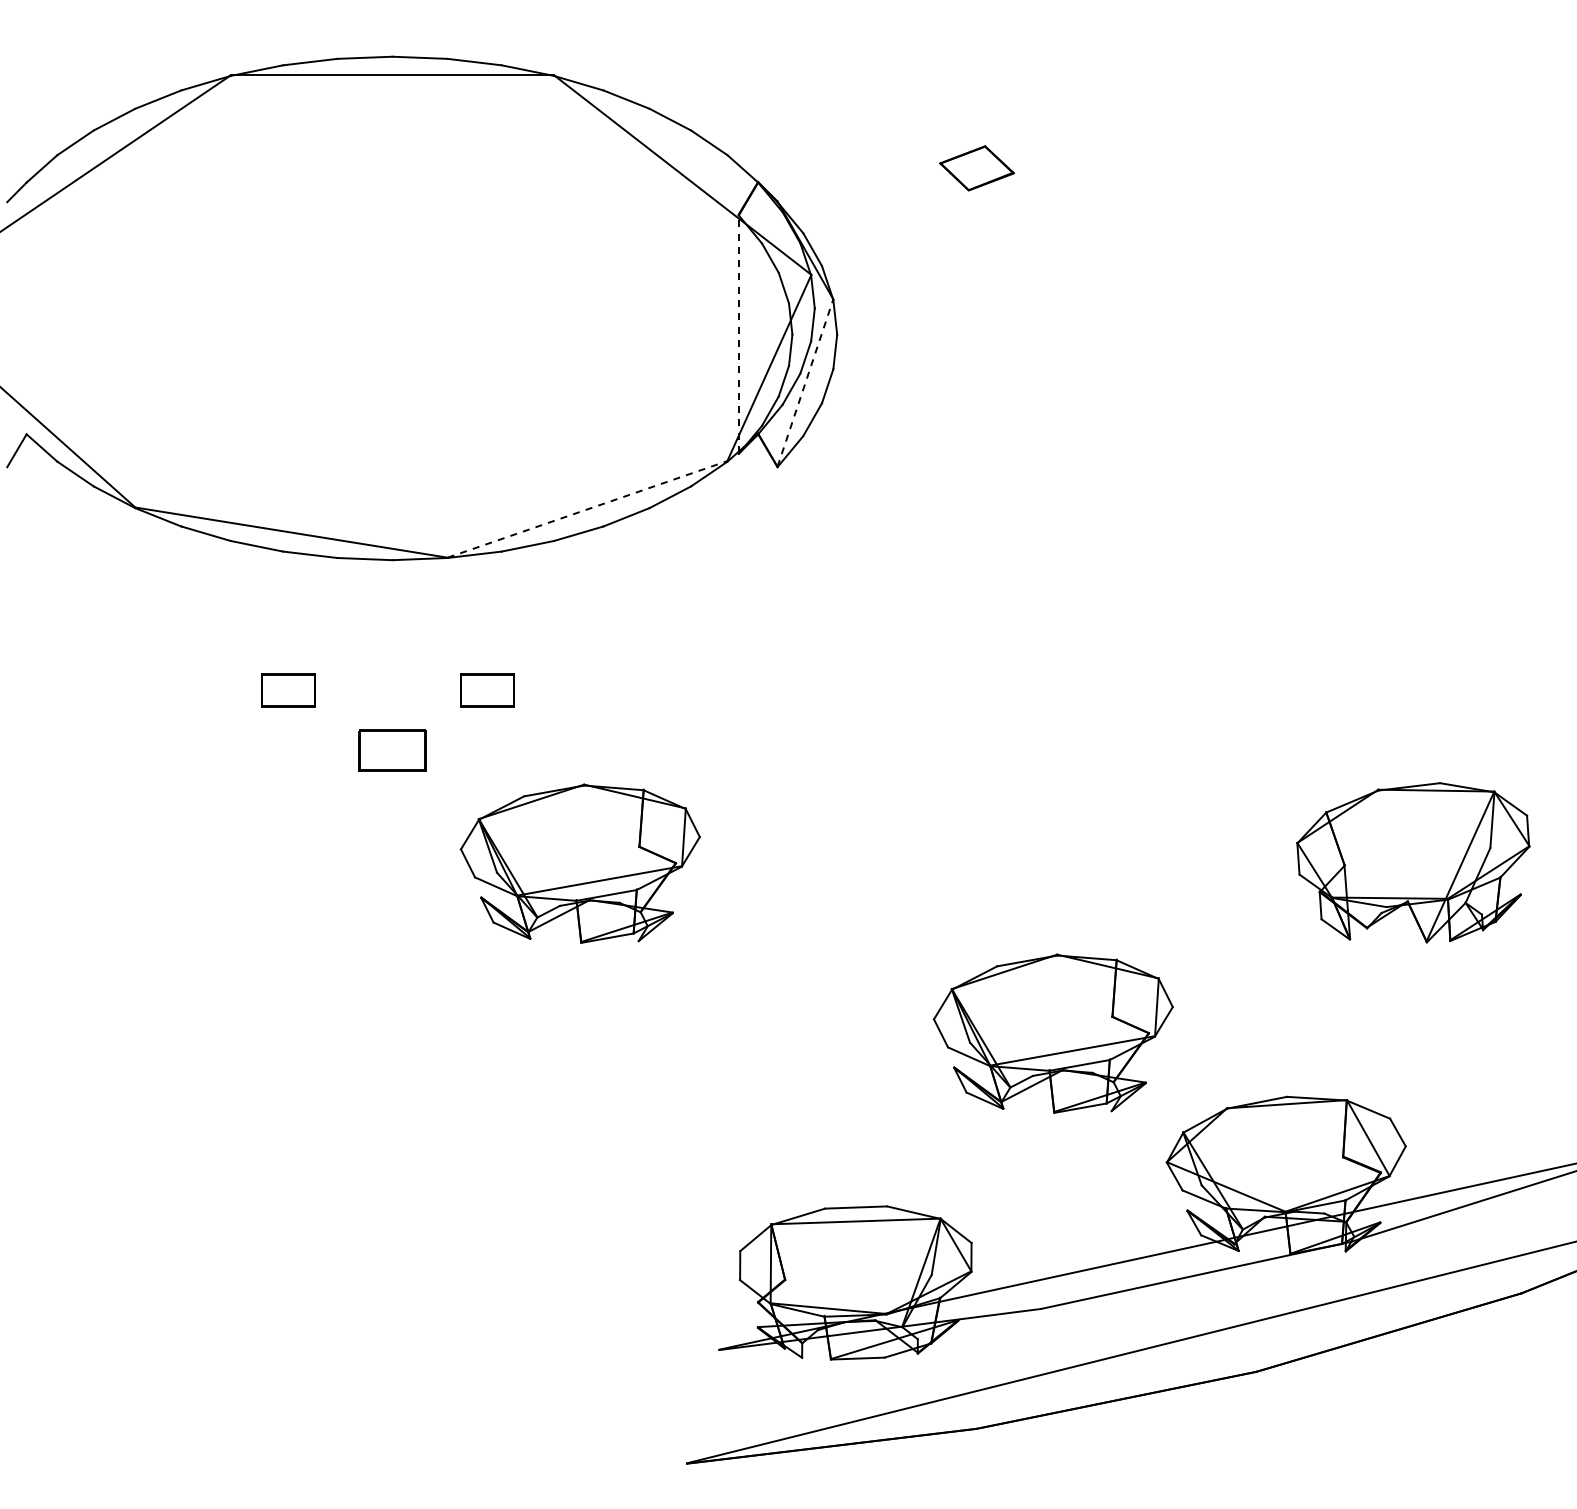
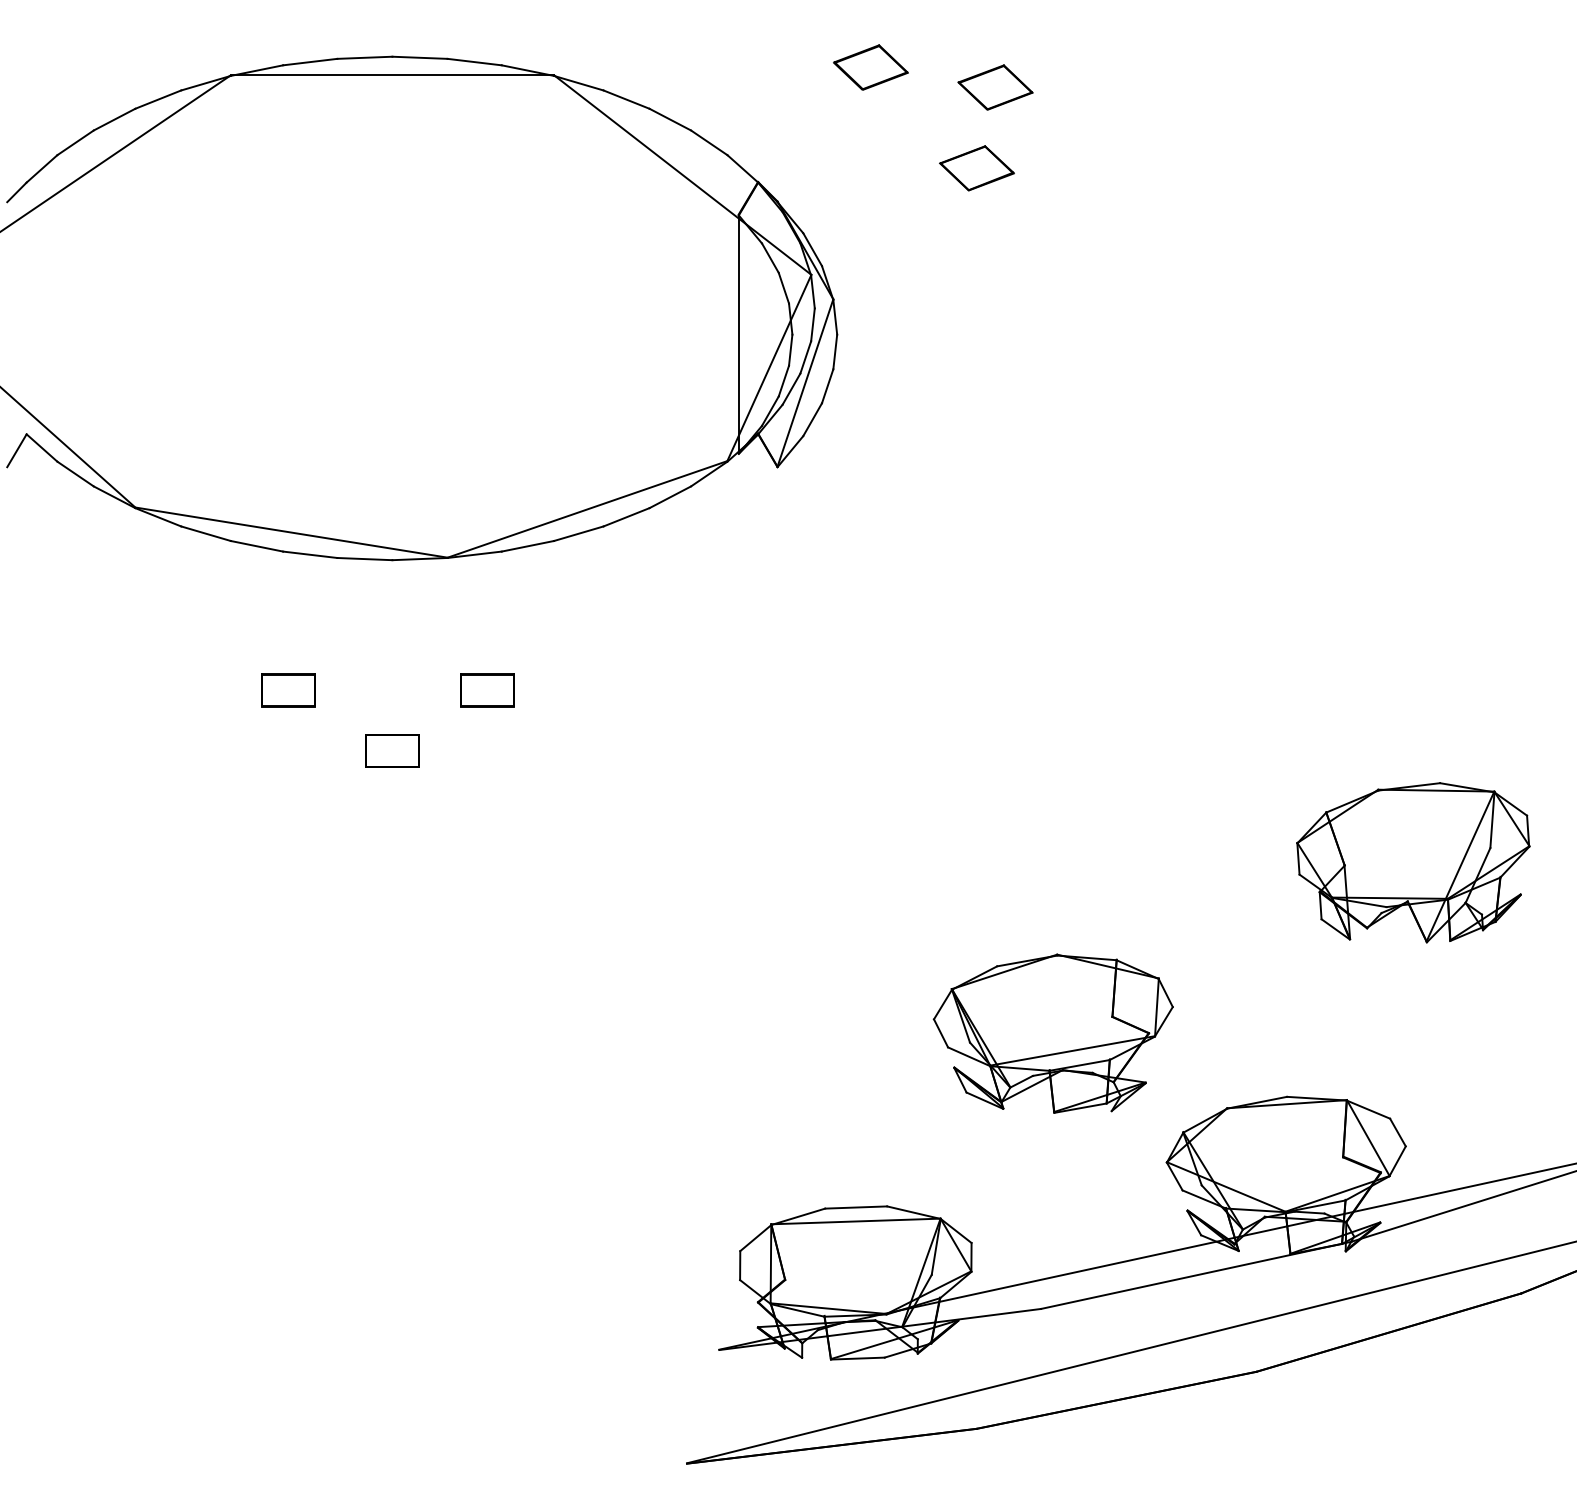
part at (870, 67): none -> present
part at (995, 87): none -> present
line at (738, 333): dashed -> solid
line at (805, 382): dashed -> solid
line at (587, 509): dashed -> solid
part at (392, 750) size: 69x43 px -> 55x34 px
part at (579, 863): present -> none
